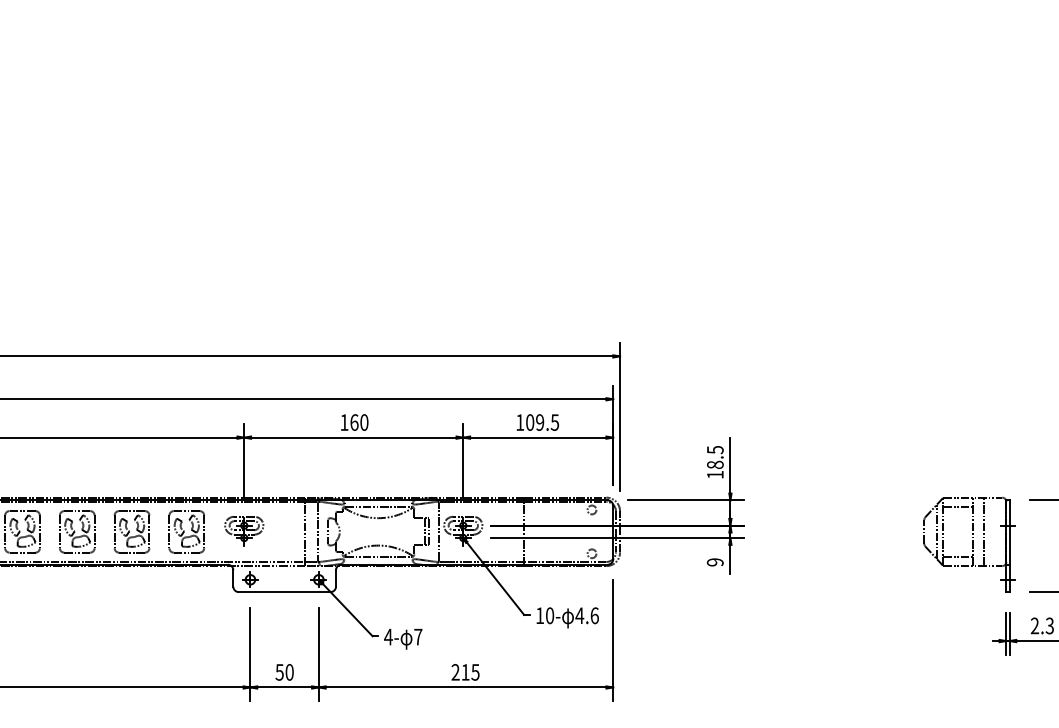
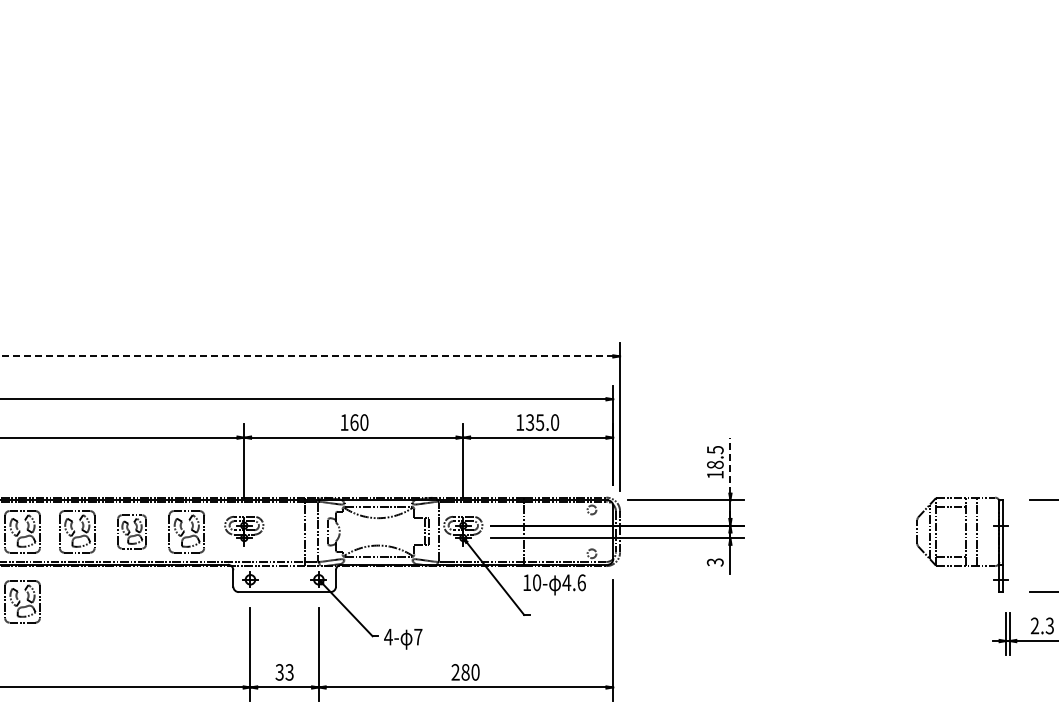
line at (307, 356): solid -> dashed
text at (542, 422): 109.5 -> 135.0
line at (730, 465): solid -> dashed
part at (131, 531) size: 38x44 px -> 30x36 px
part at (969, 544) position: (969, 544) -> (962, 544)
text at (715, 562): 9 -> 3
part at (22, 601): none -> present
text at (567, 617) position: (567, 617) -> (554, 584)
text at (284, 672): 50 -> 33
text at (470, 672): 215 -> 280
